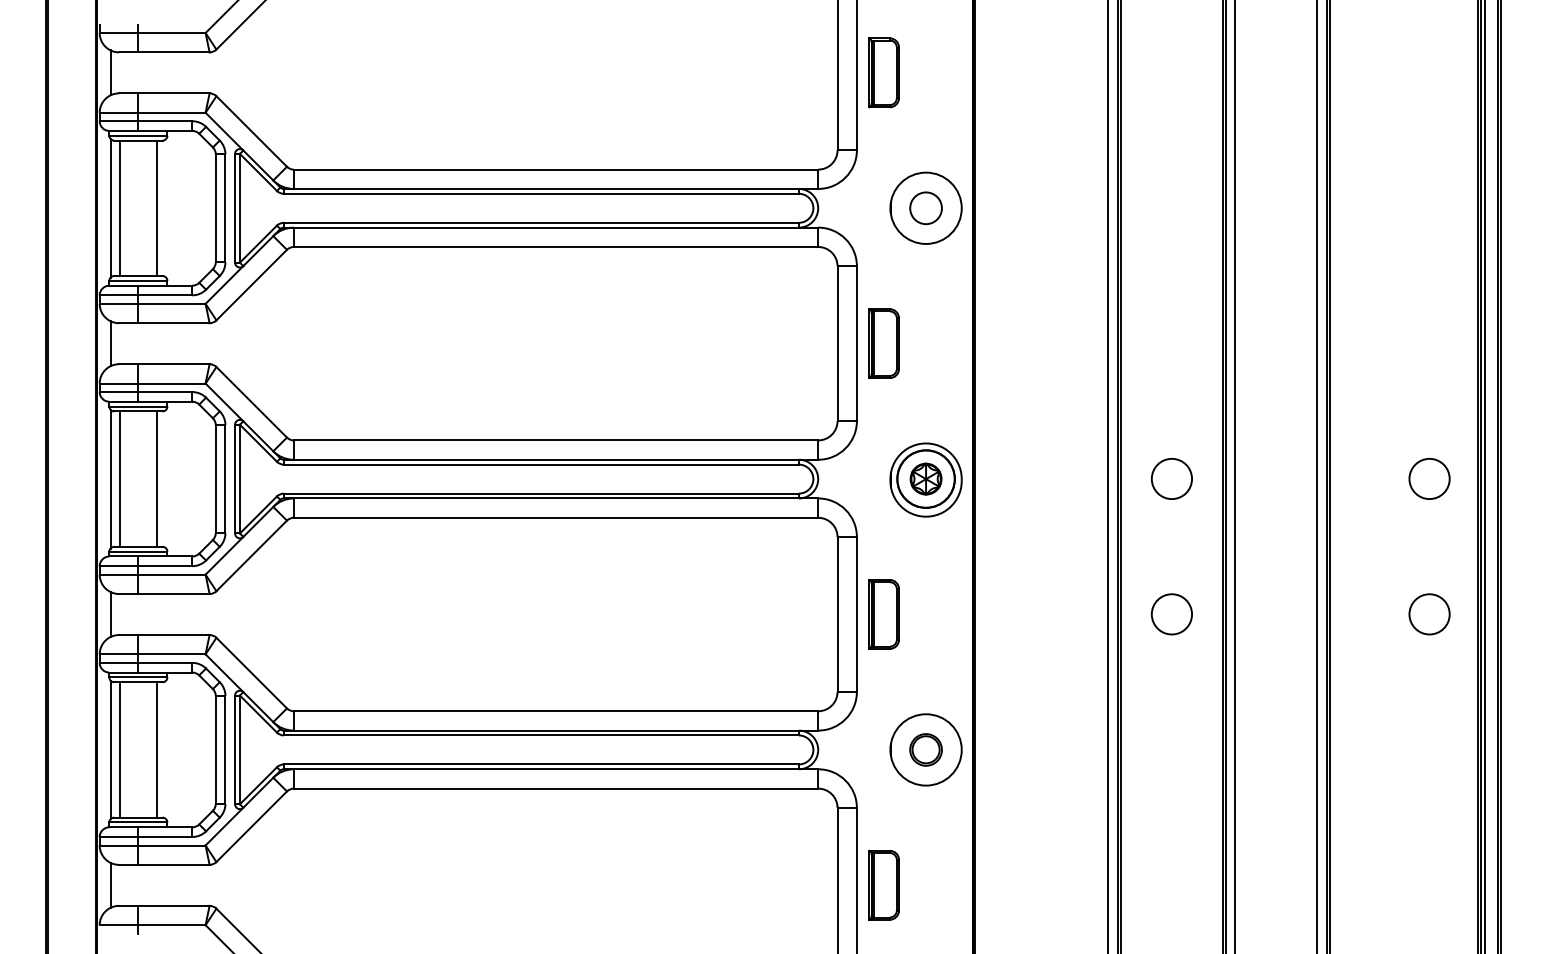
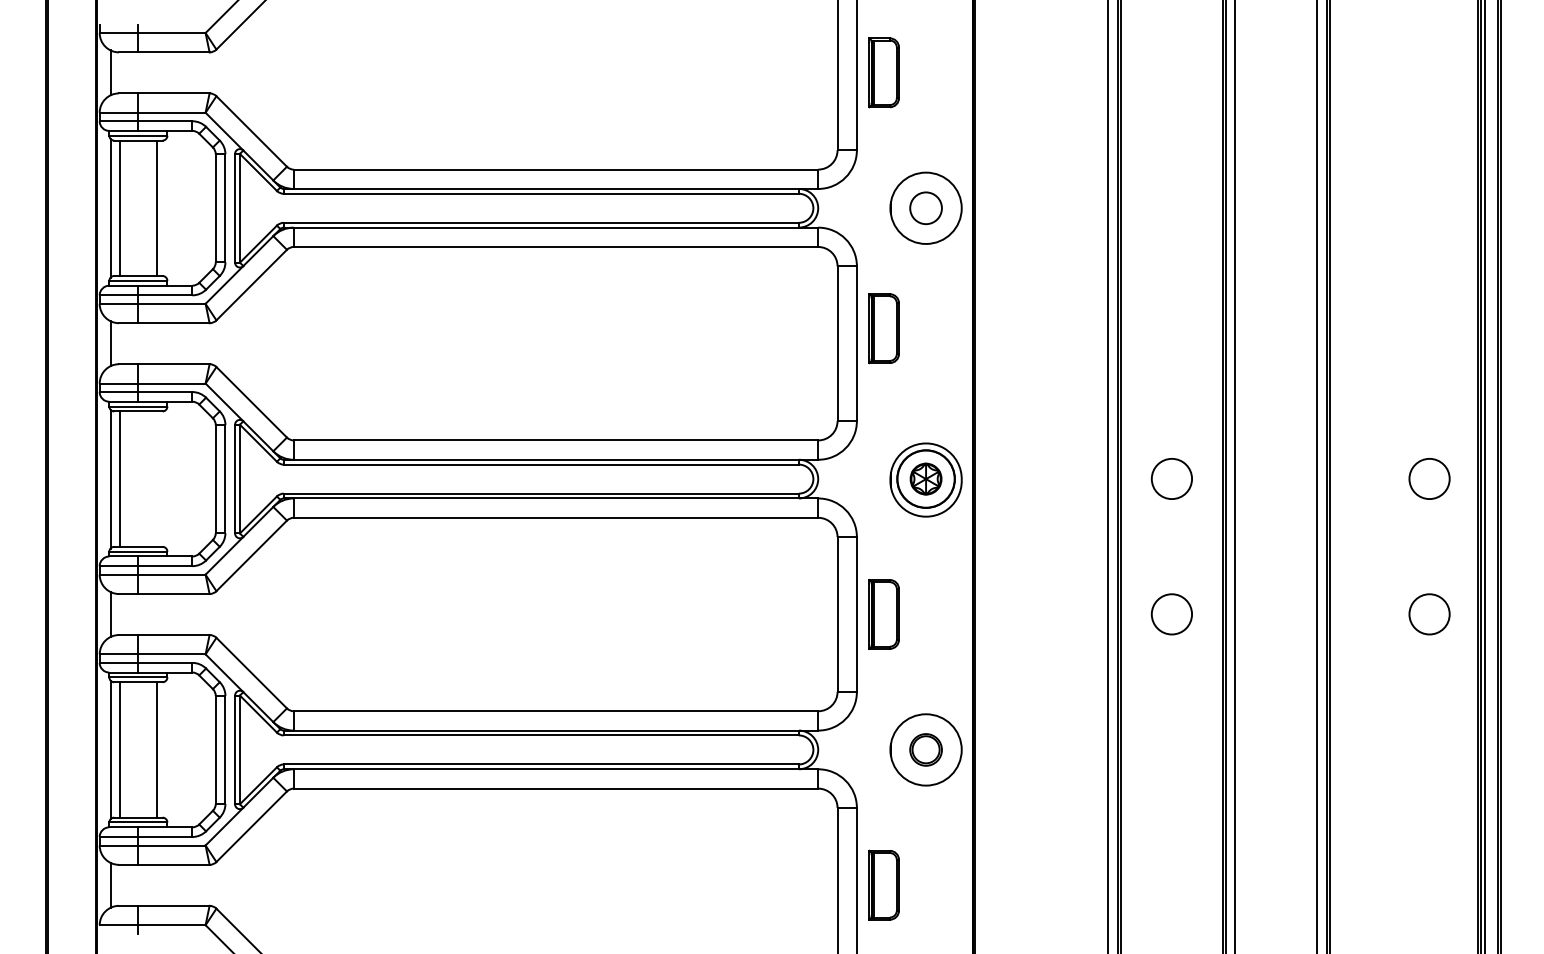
part at (883, 343) position: (883, 343) -> (883, 328)
line at (156, 478): present -> none
